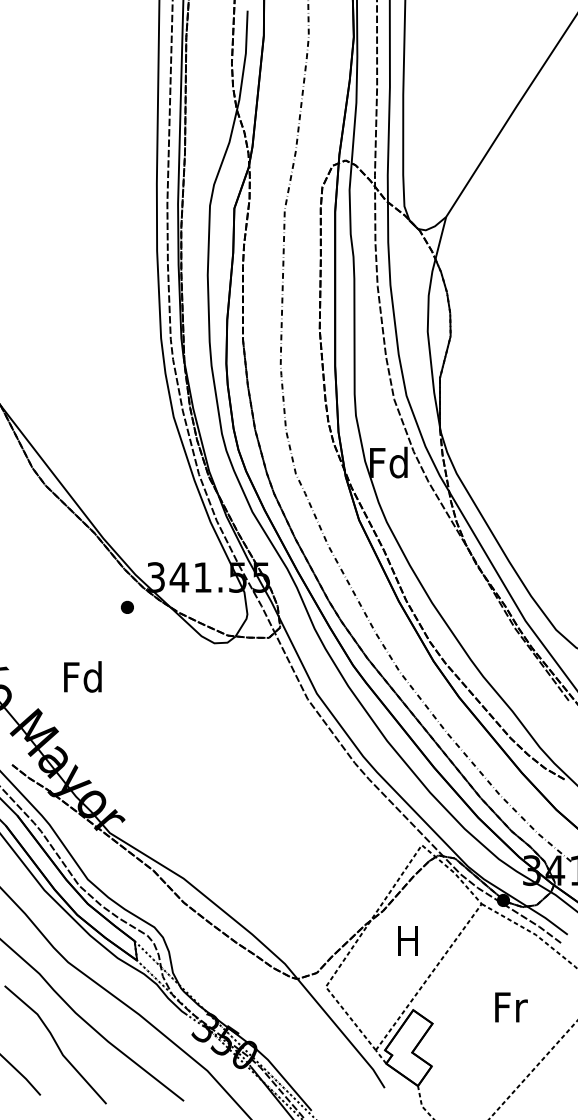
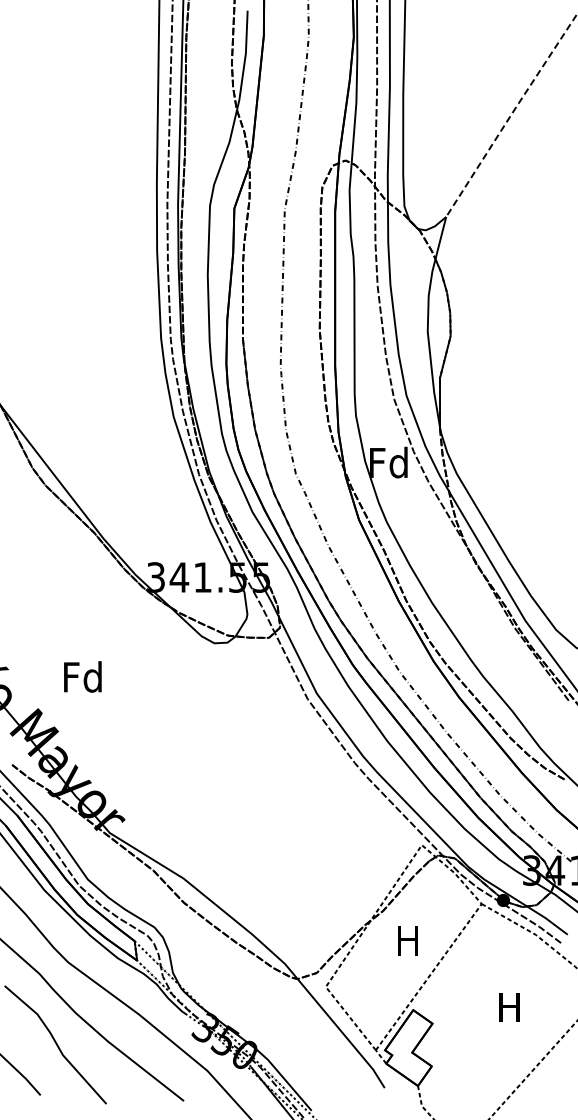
line at (511, 114): solid -> dashed
part at (127, 606): present -> none
text at (511, 1007): Fr -> H
